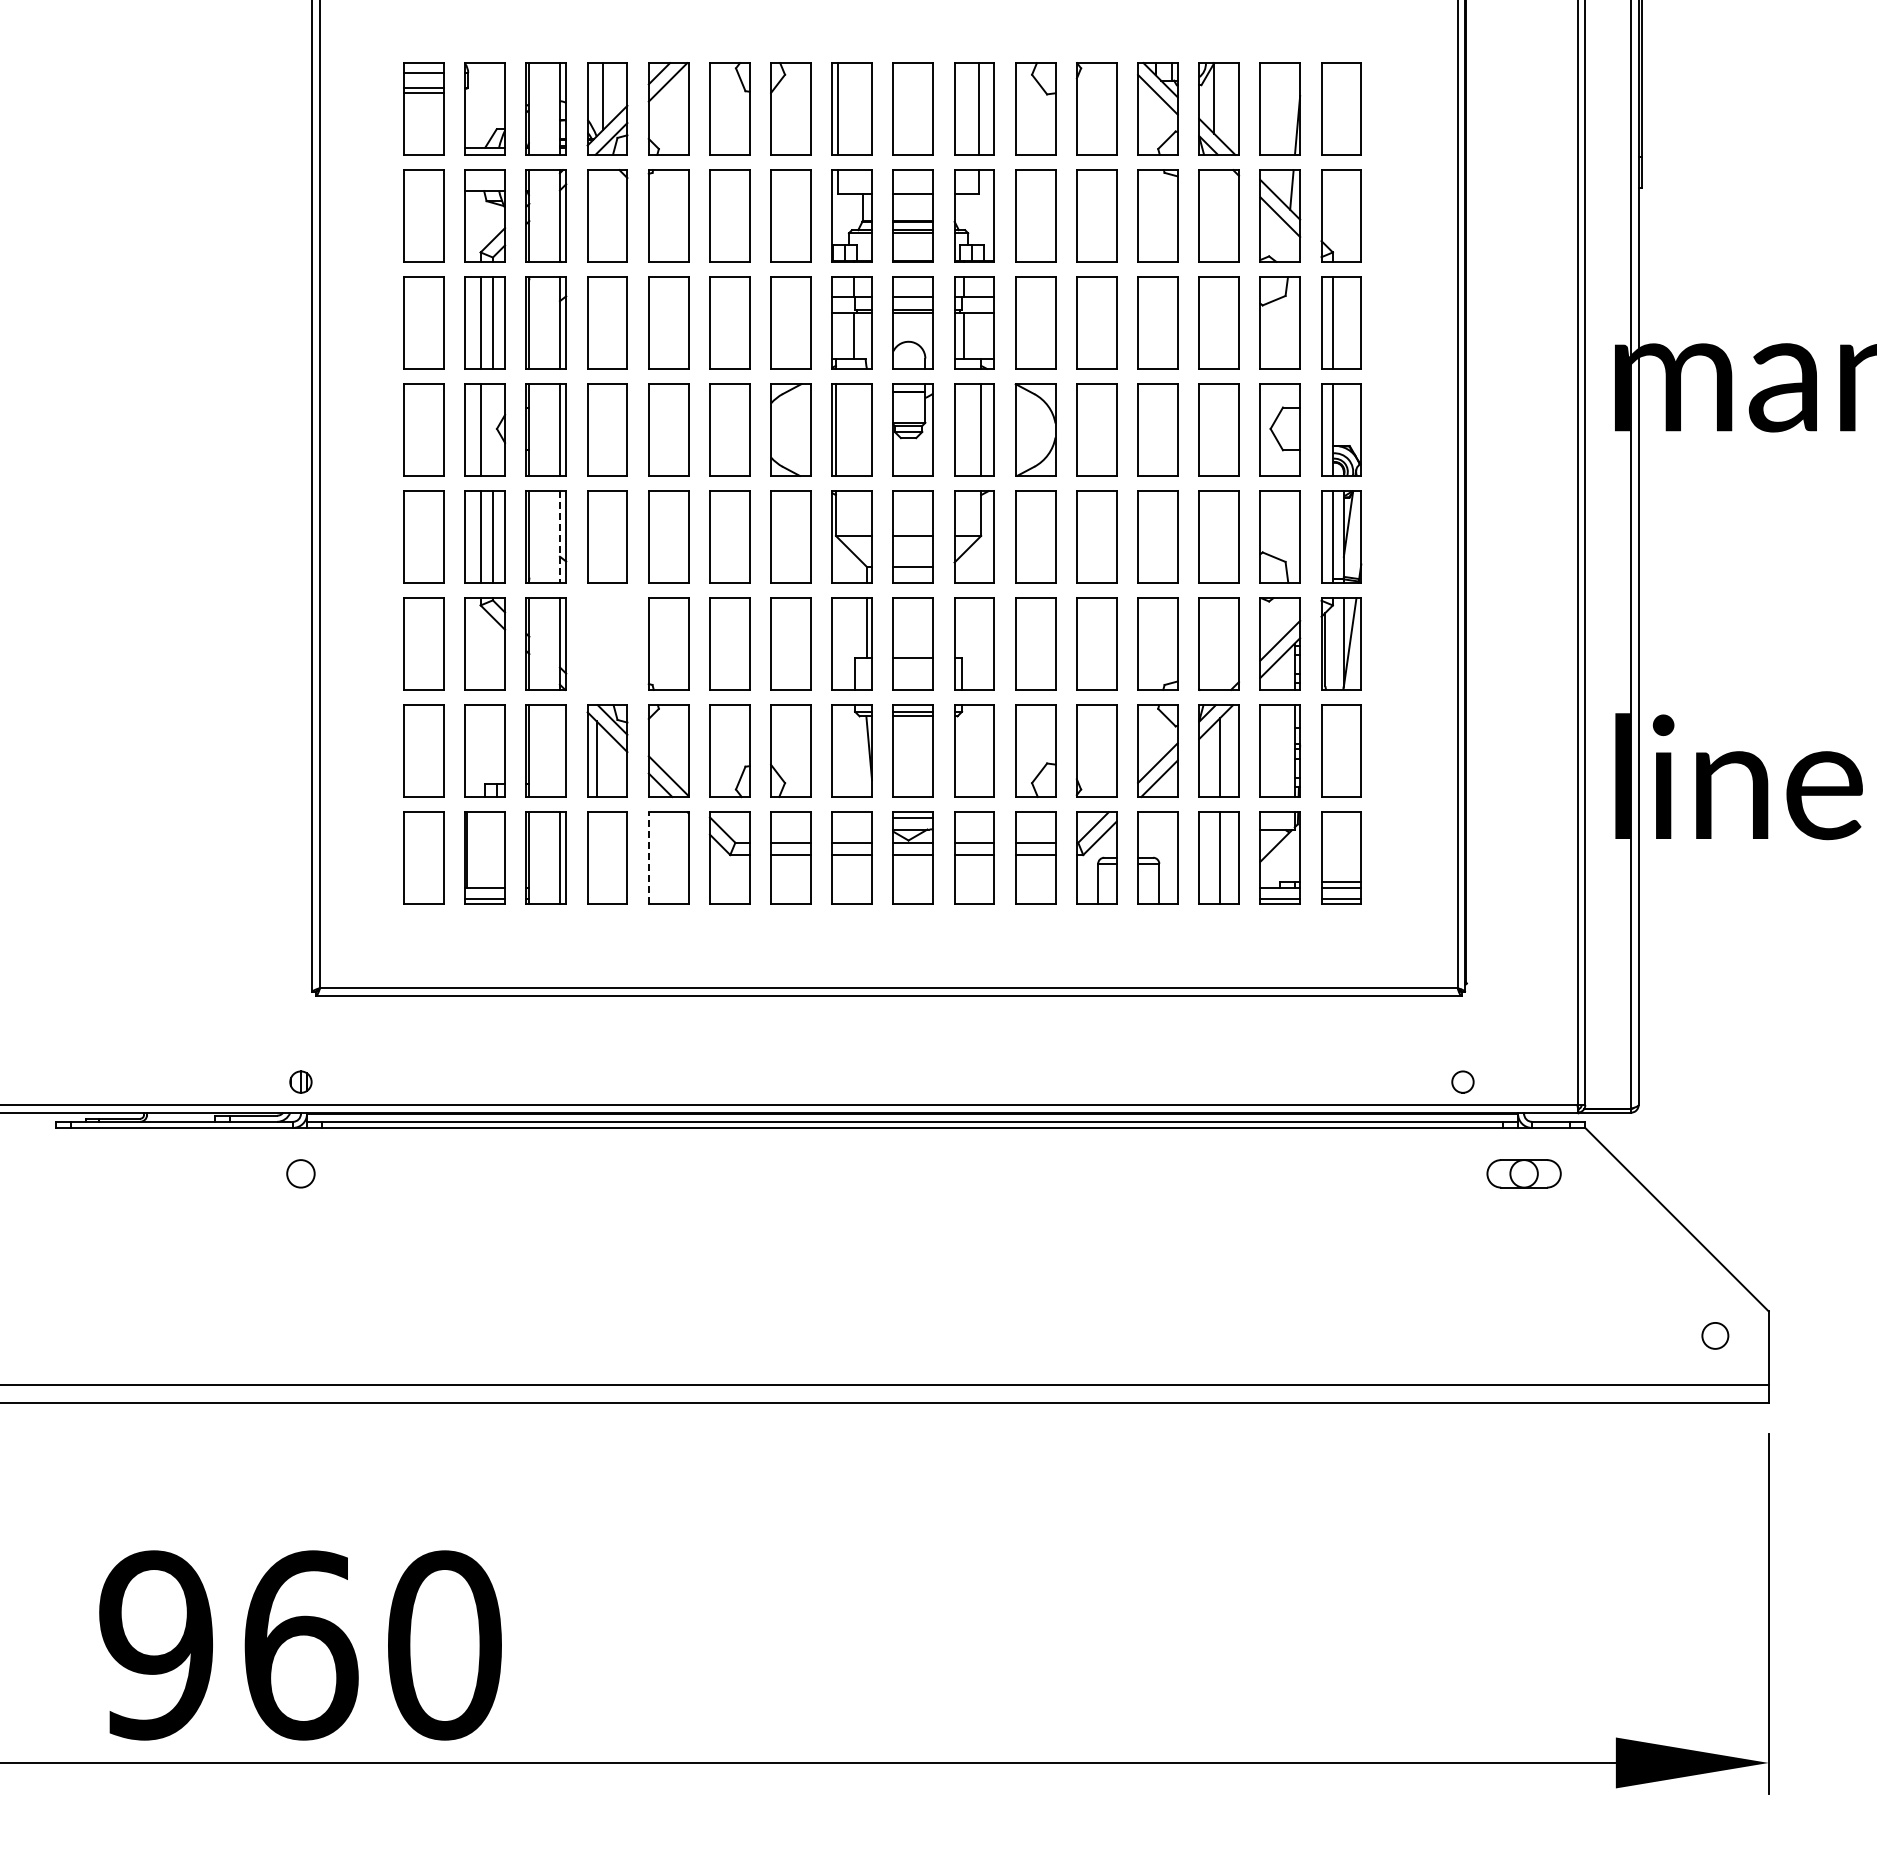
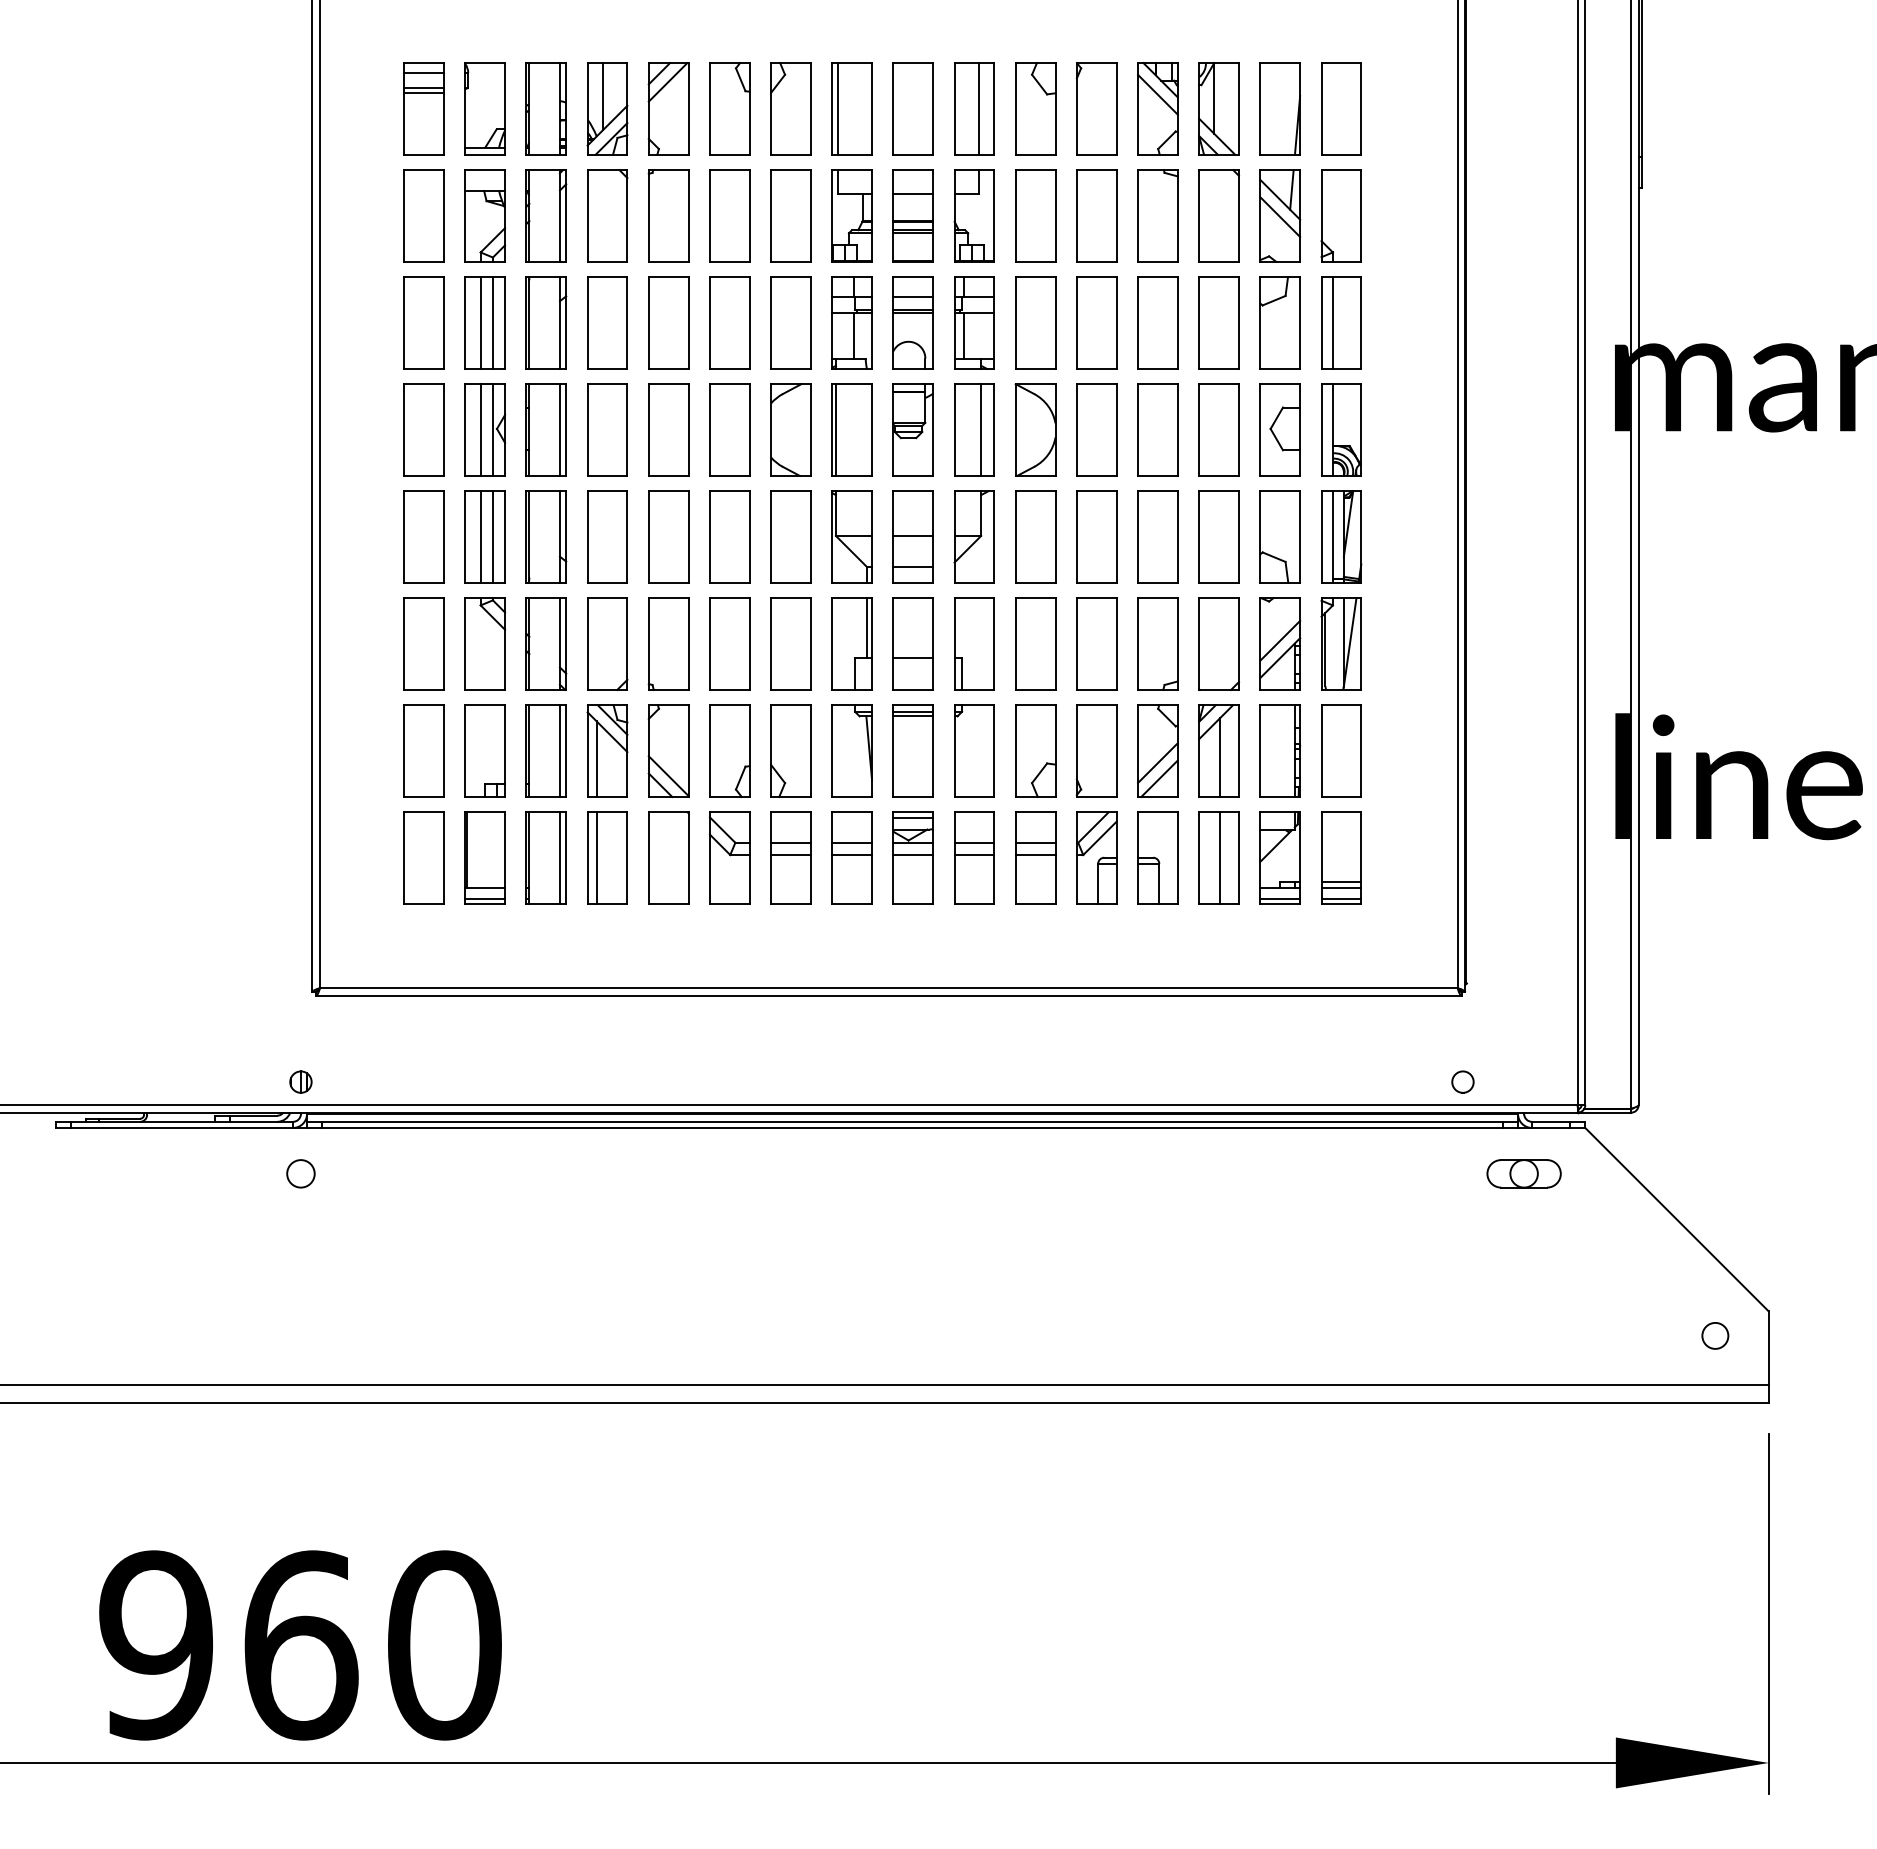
line at (492, 429): none -> present
line at (559, 537): dashed -> solid
part at (607, 643): none -> present
line at (559, 750): none -> present
line at (596, 858): none -> present
line at (648, 858): dashed -> solid
